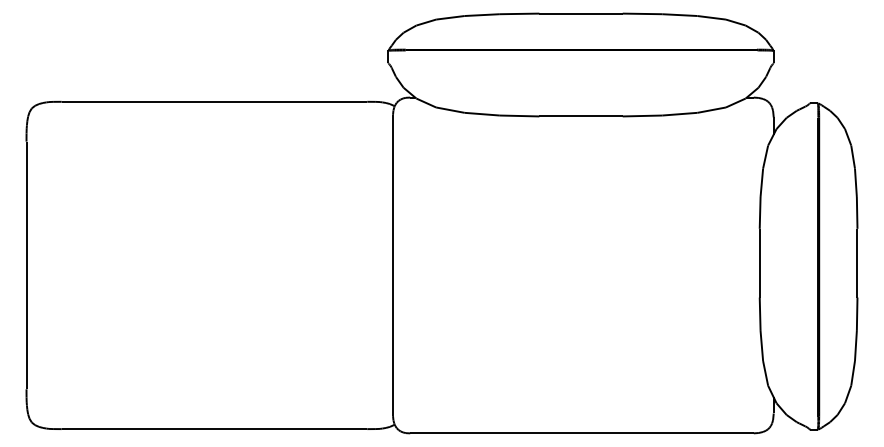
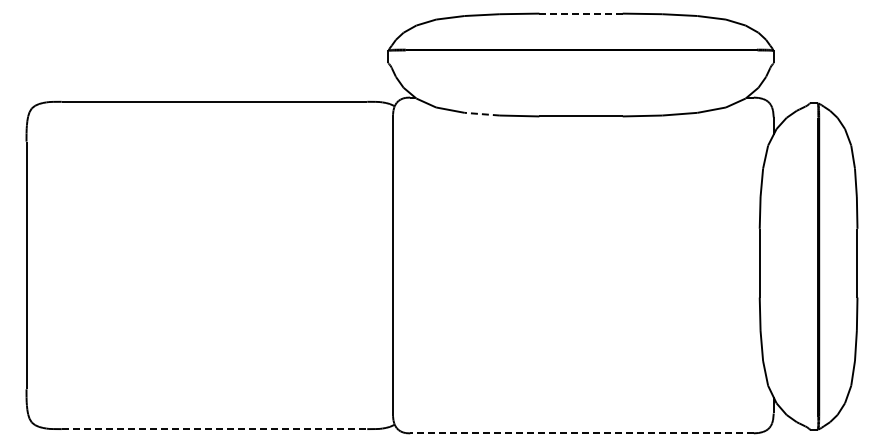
line at (581, 13): solid -> dashed
line at (482, 114): solid -> dashed
line at (214, 429): solid -> dashed
line at (582, 433): solid -> dashed
